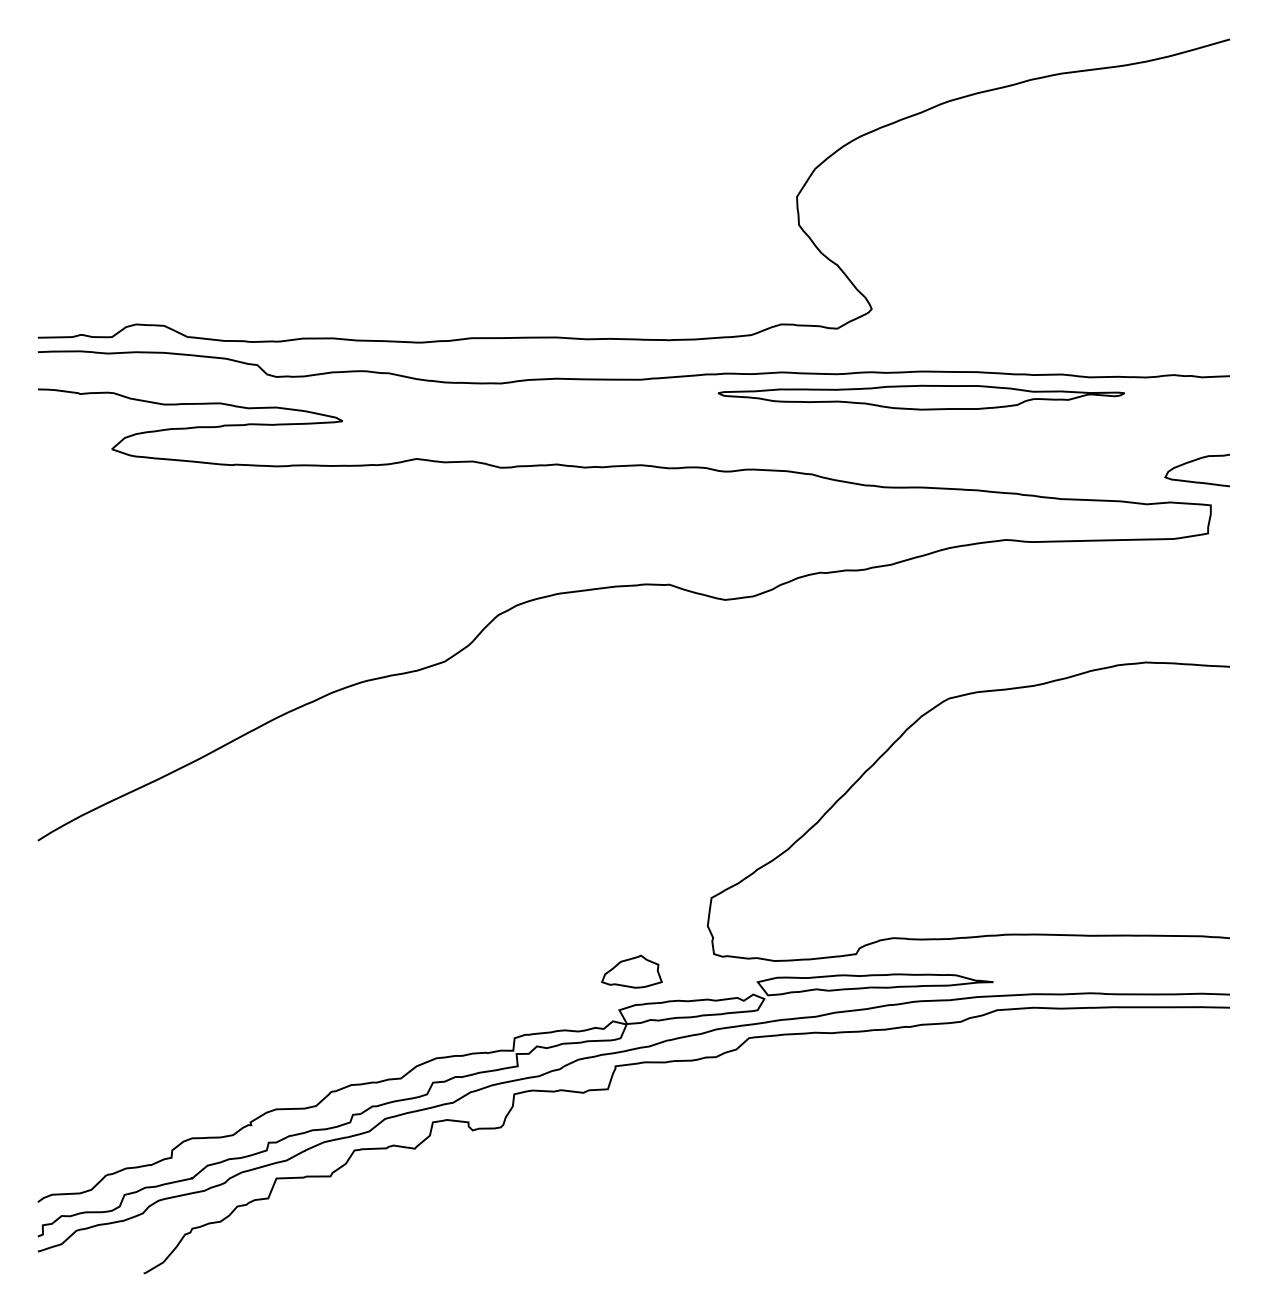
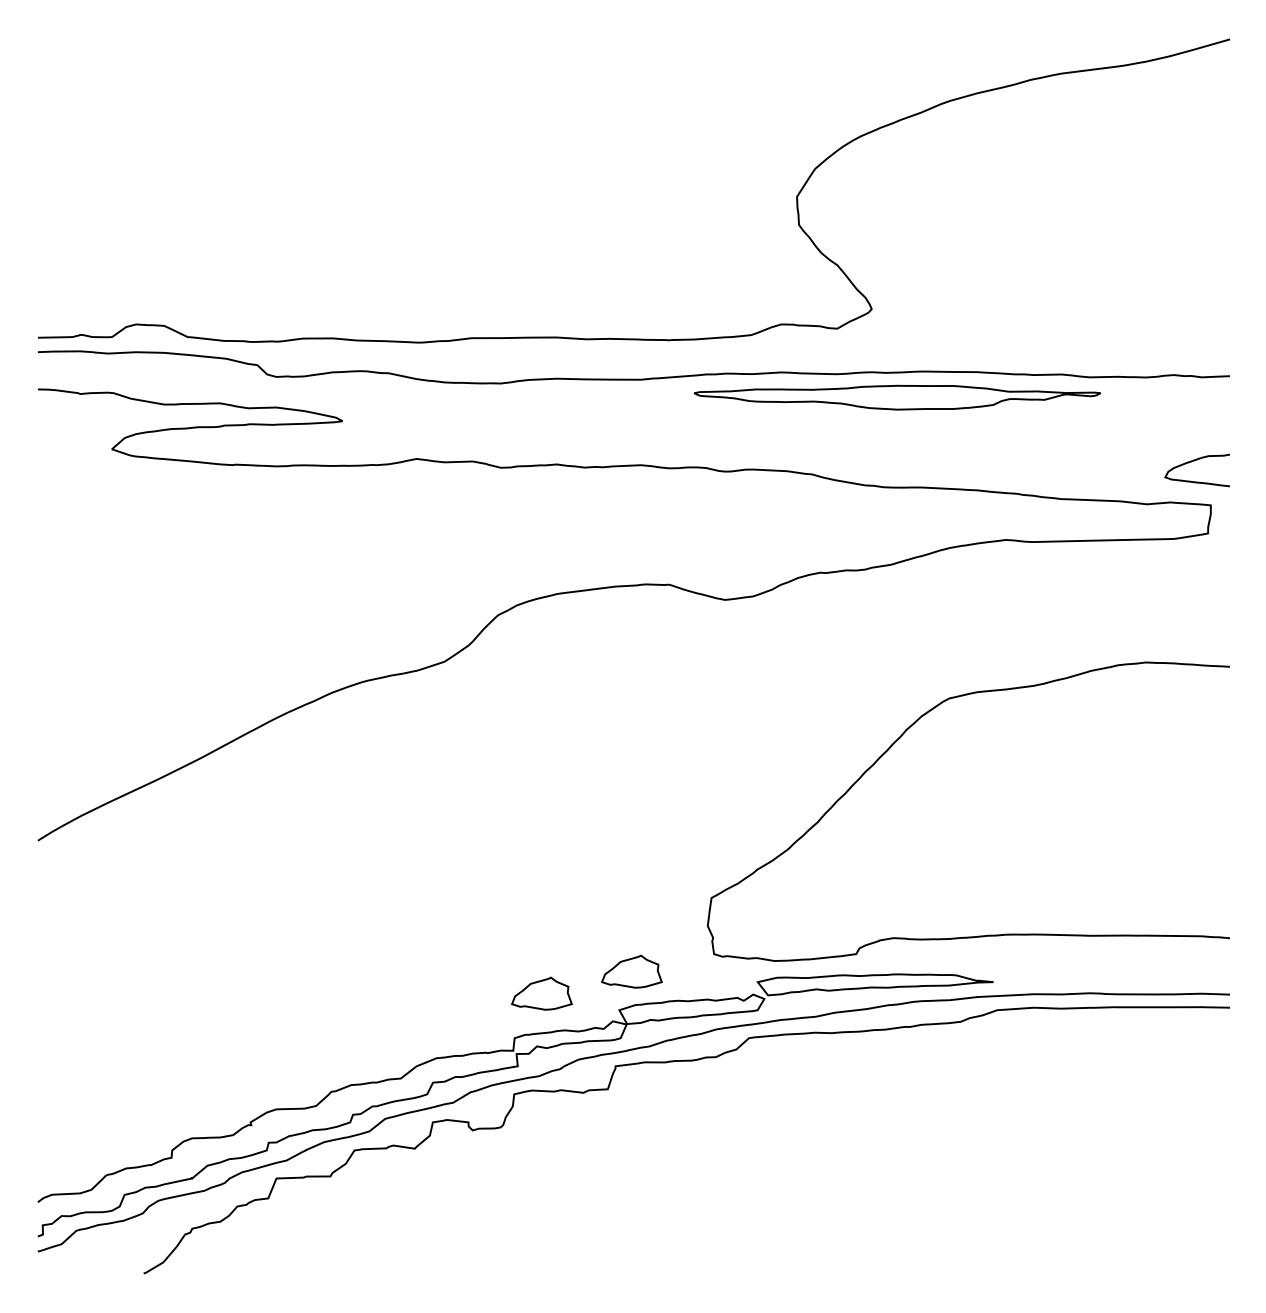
part at (920, 397) position: (920, 397) -> (896, 397)
part at (541, 993): none -> present
